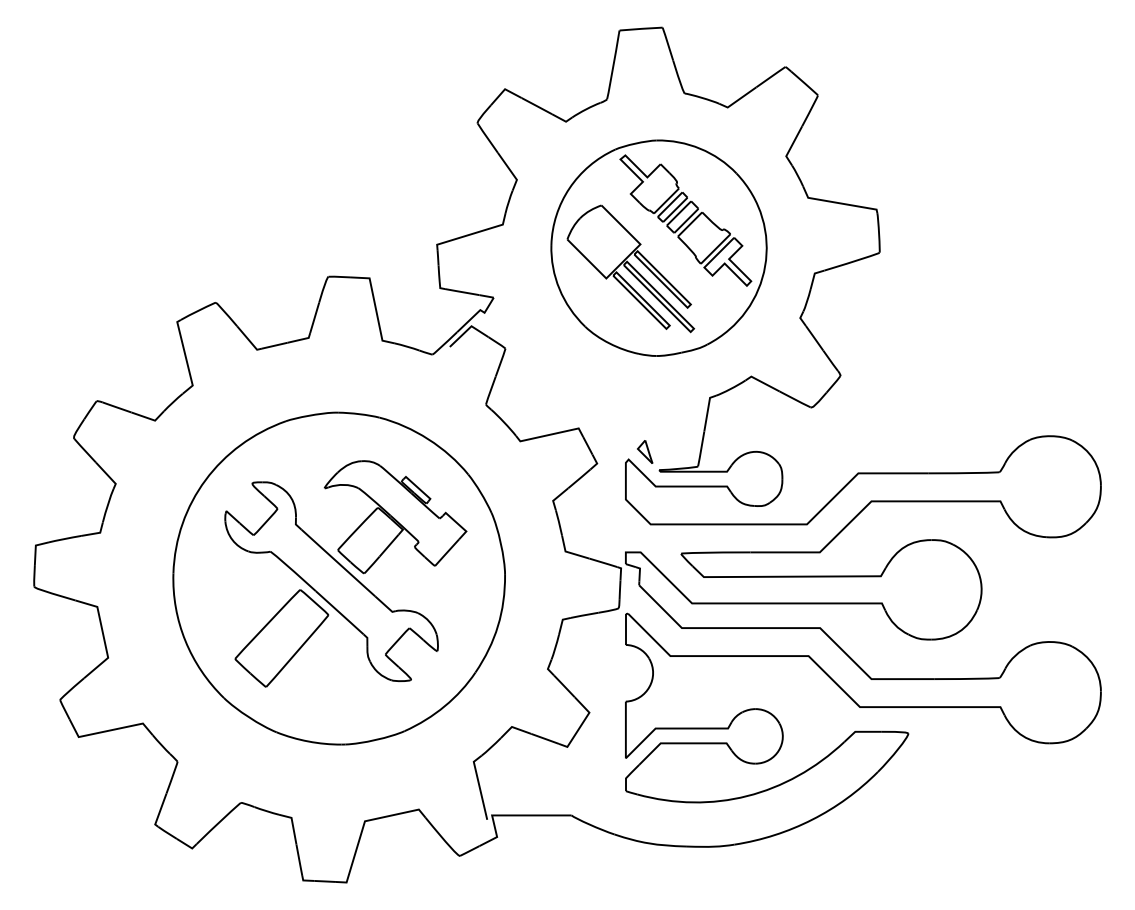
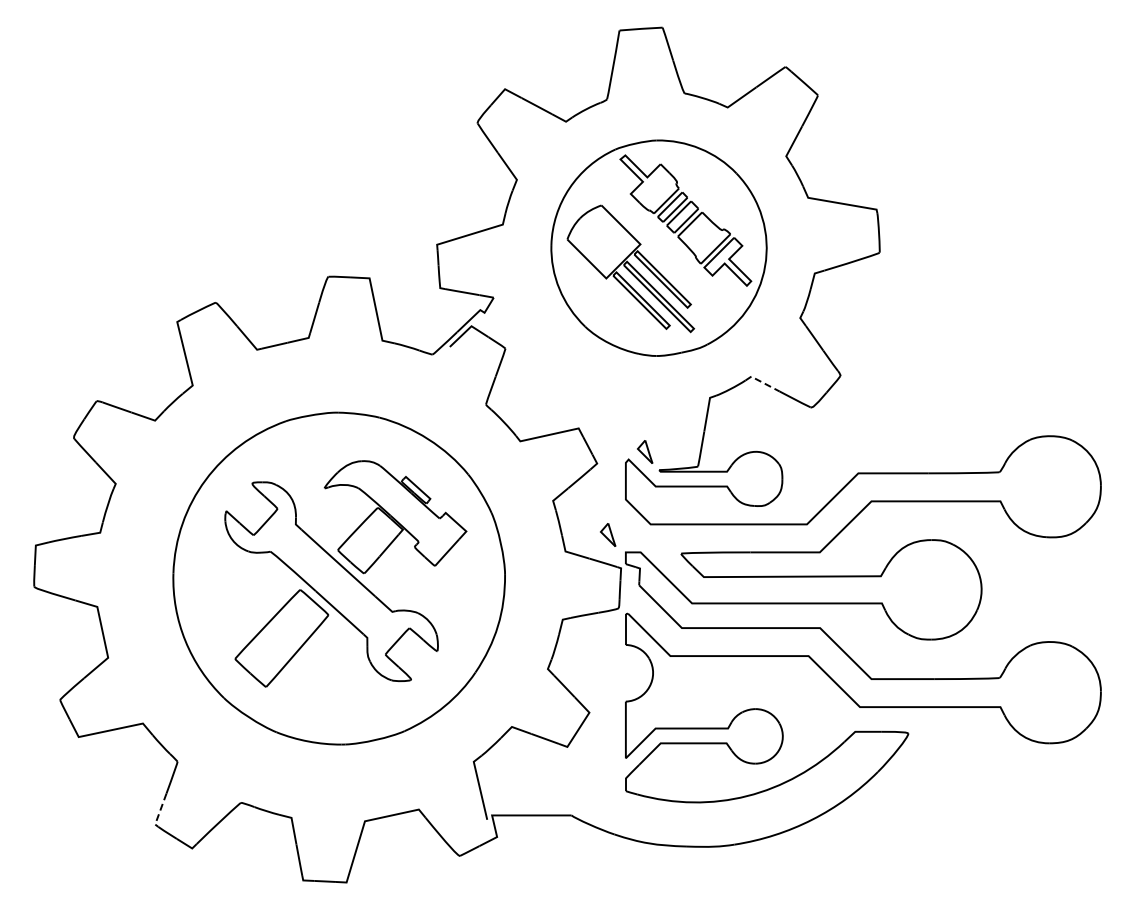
line at (762, 382): solid -> dashed
part at (608, 534): none -> present
line at (160, 811): solid -> dashed
